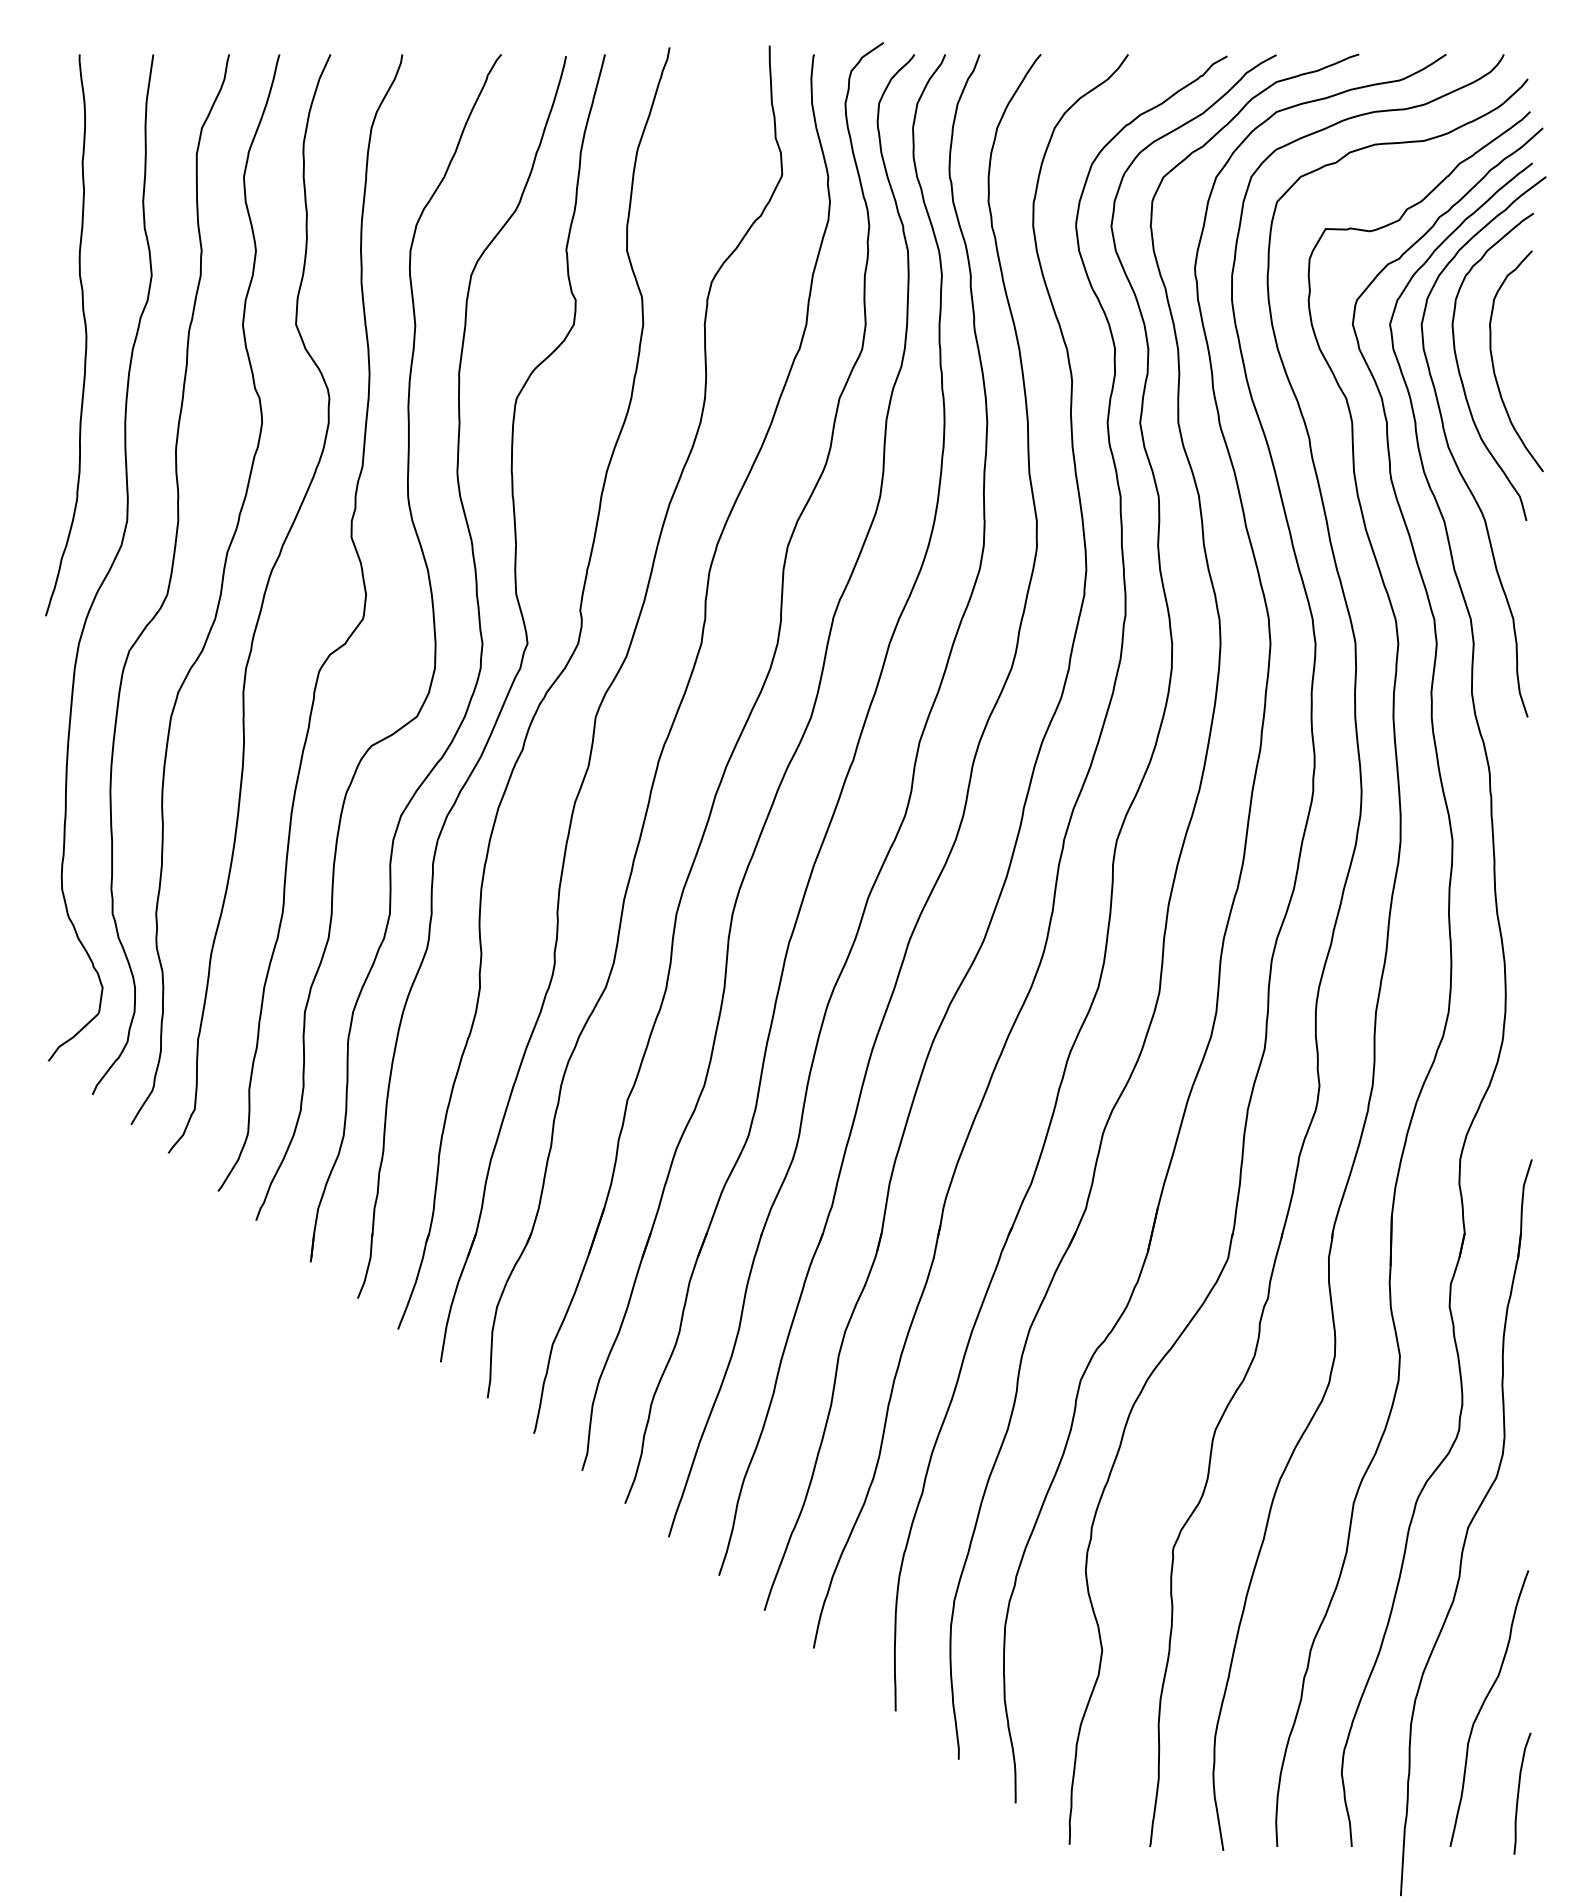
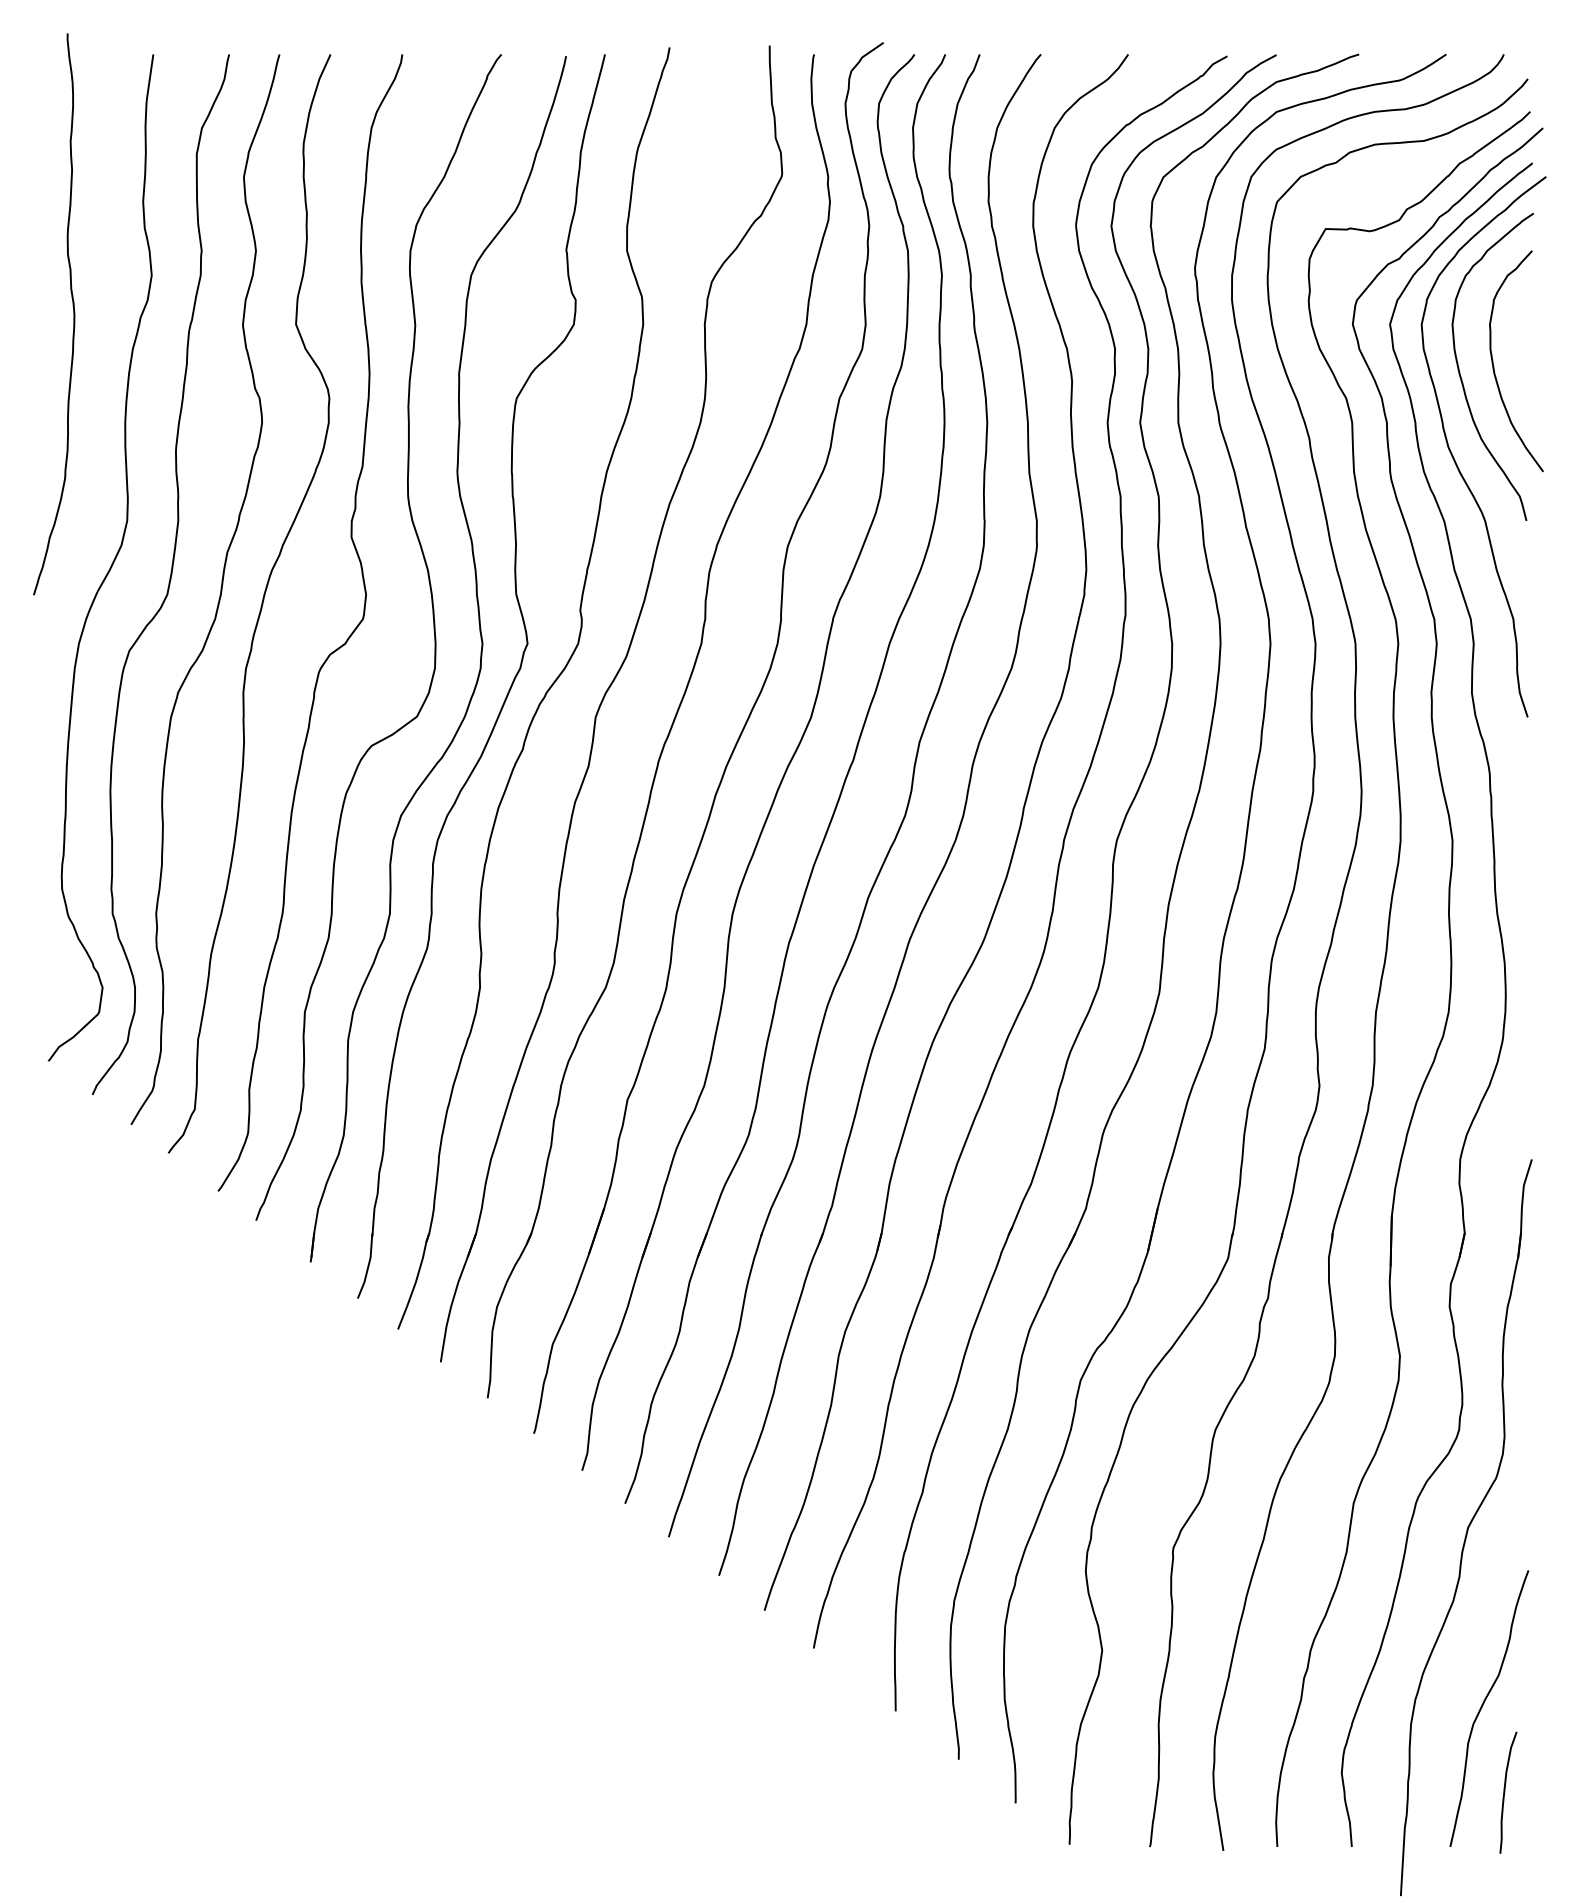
curve at (85, 335) position: (85, 335) -> (73, 314)
curve at (1519, 1793) position: (1519, 1793) -> (1505, 1792)
